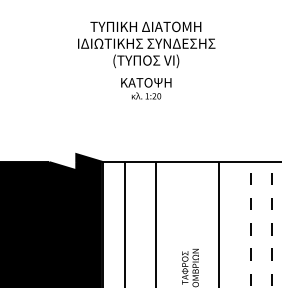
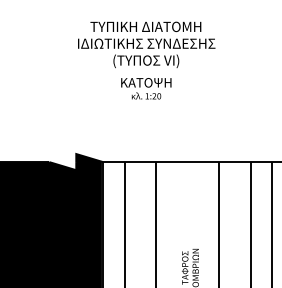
line at (250, 224): dashed -> solid
line at (272, 224): dashed -> solid
